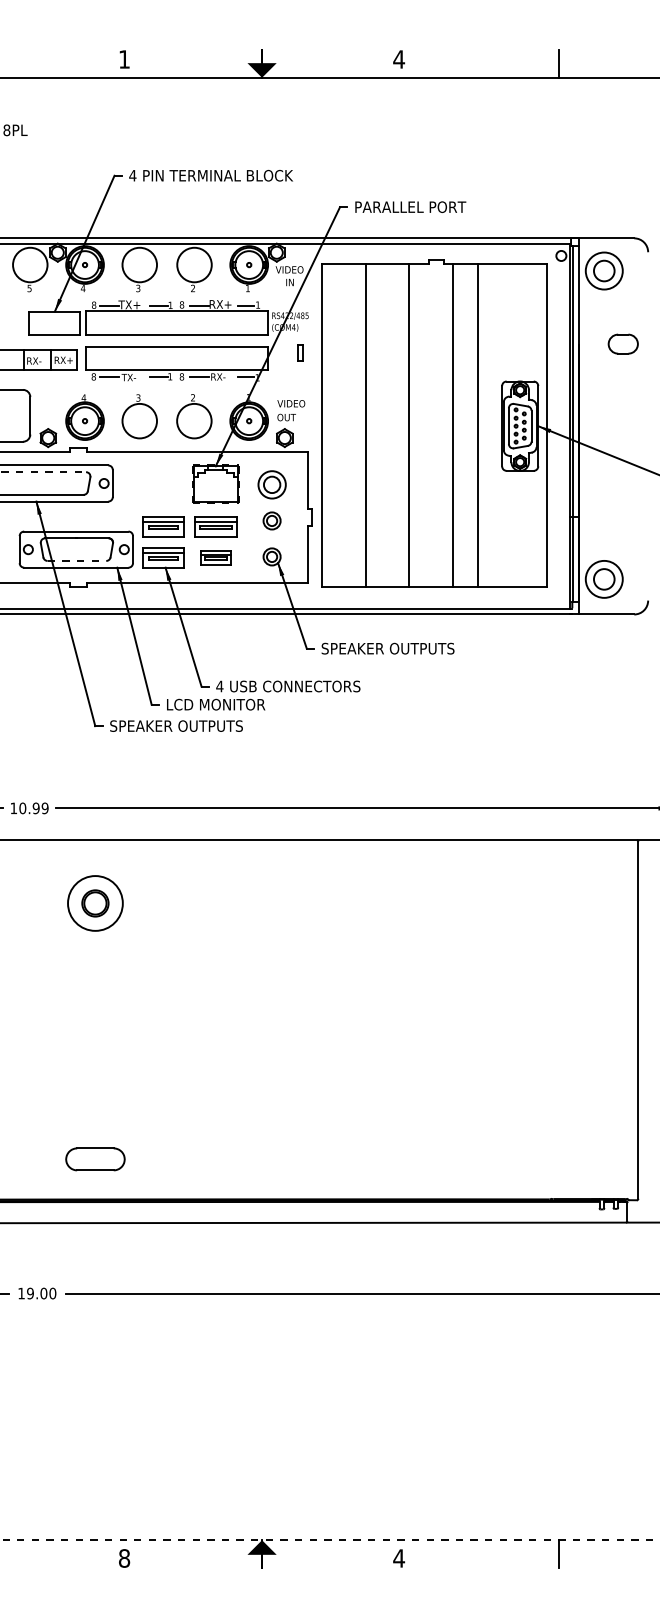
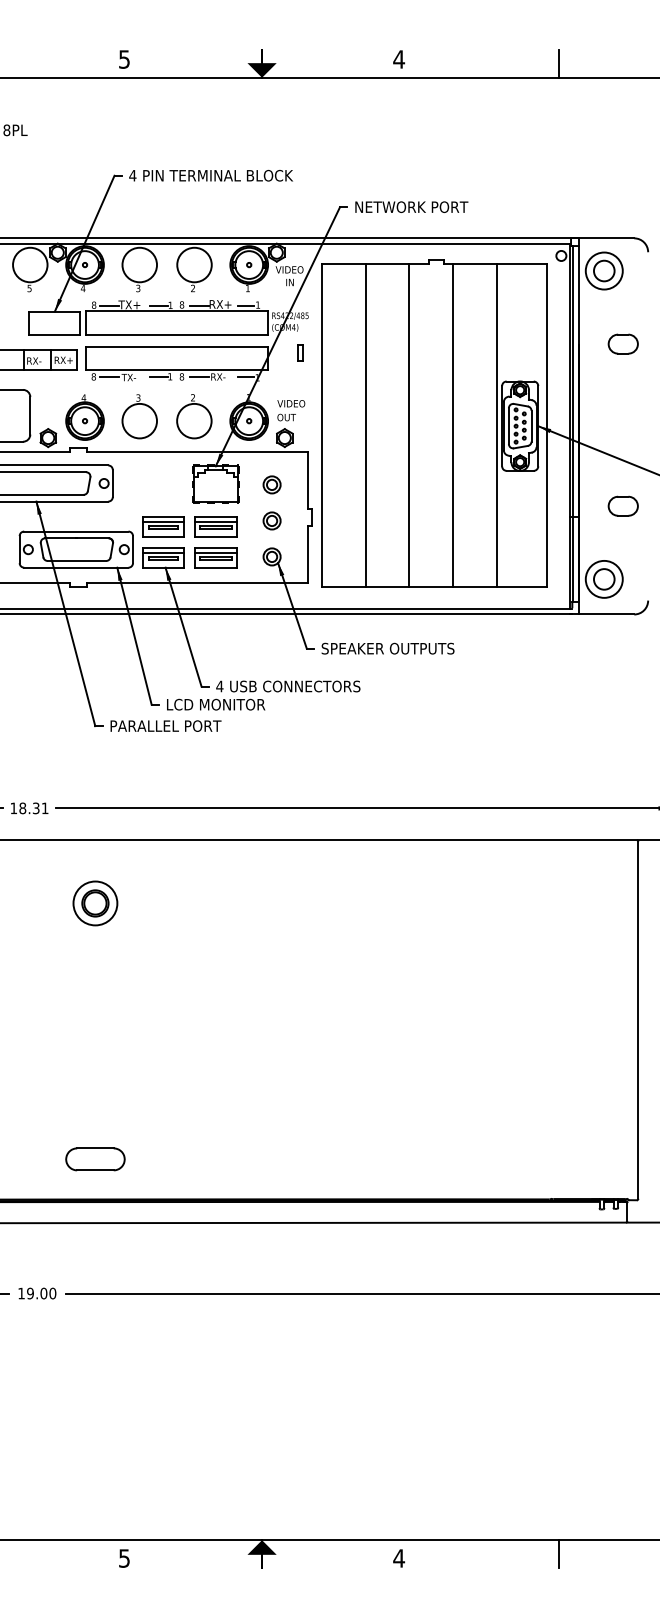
text at (124, 59): 1 -> 5
text at (412, 207): PARALLEL PORT -> NETWORK PORT
line at (478, 425) position: (478, 425) -> (497, 425)
line at (43, 472): dashed -> solid
part at (271, 484) size: 30x30 px -> 20x20 px
part at (622, 505): none -> present
part at (215, 557) size: 32x16 px -> 44x22 px
line at (77, 560): dashed -> solid
text at (176, 725): SPEAKER OUTPUTS -> PARALLEL PORT
text at (33, 808): 10.99 -> 18.31
circle at (95, 903) diameter: 55 px -> 44 px
line at (330, 1540): dashed -> solid
text at (124, 1558): 8 -> 5
